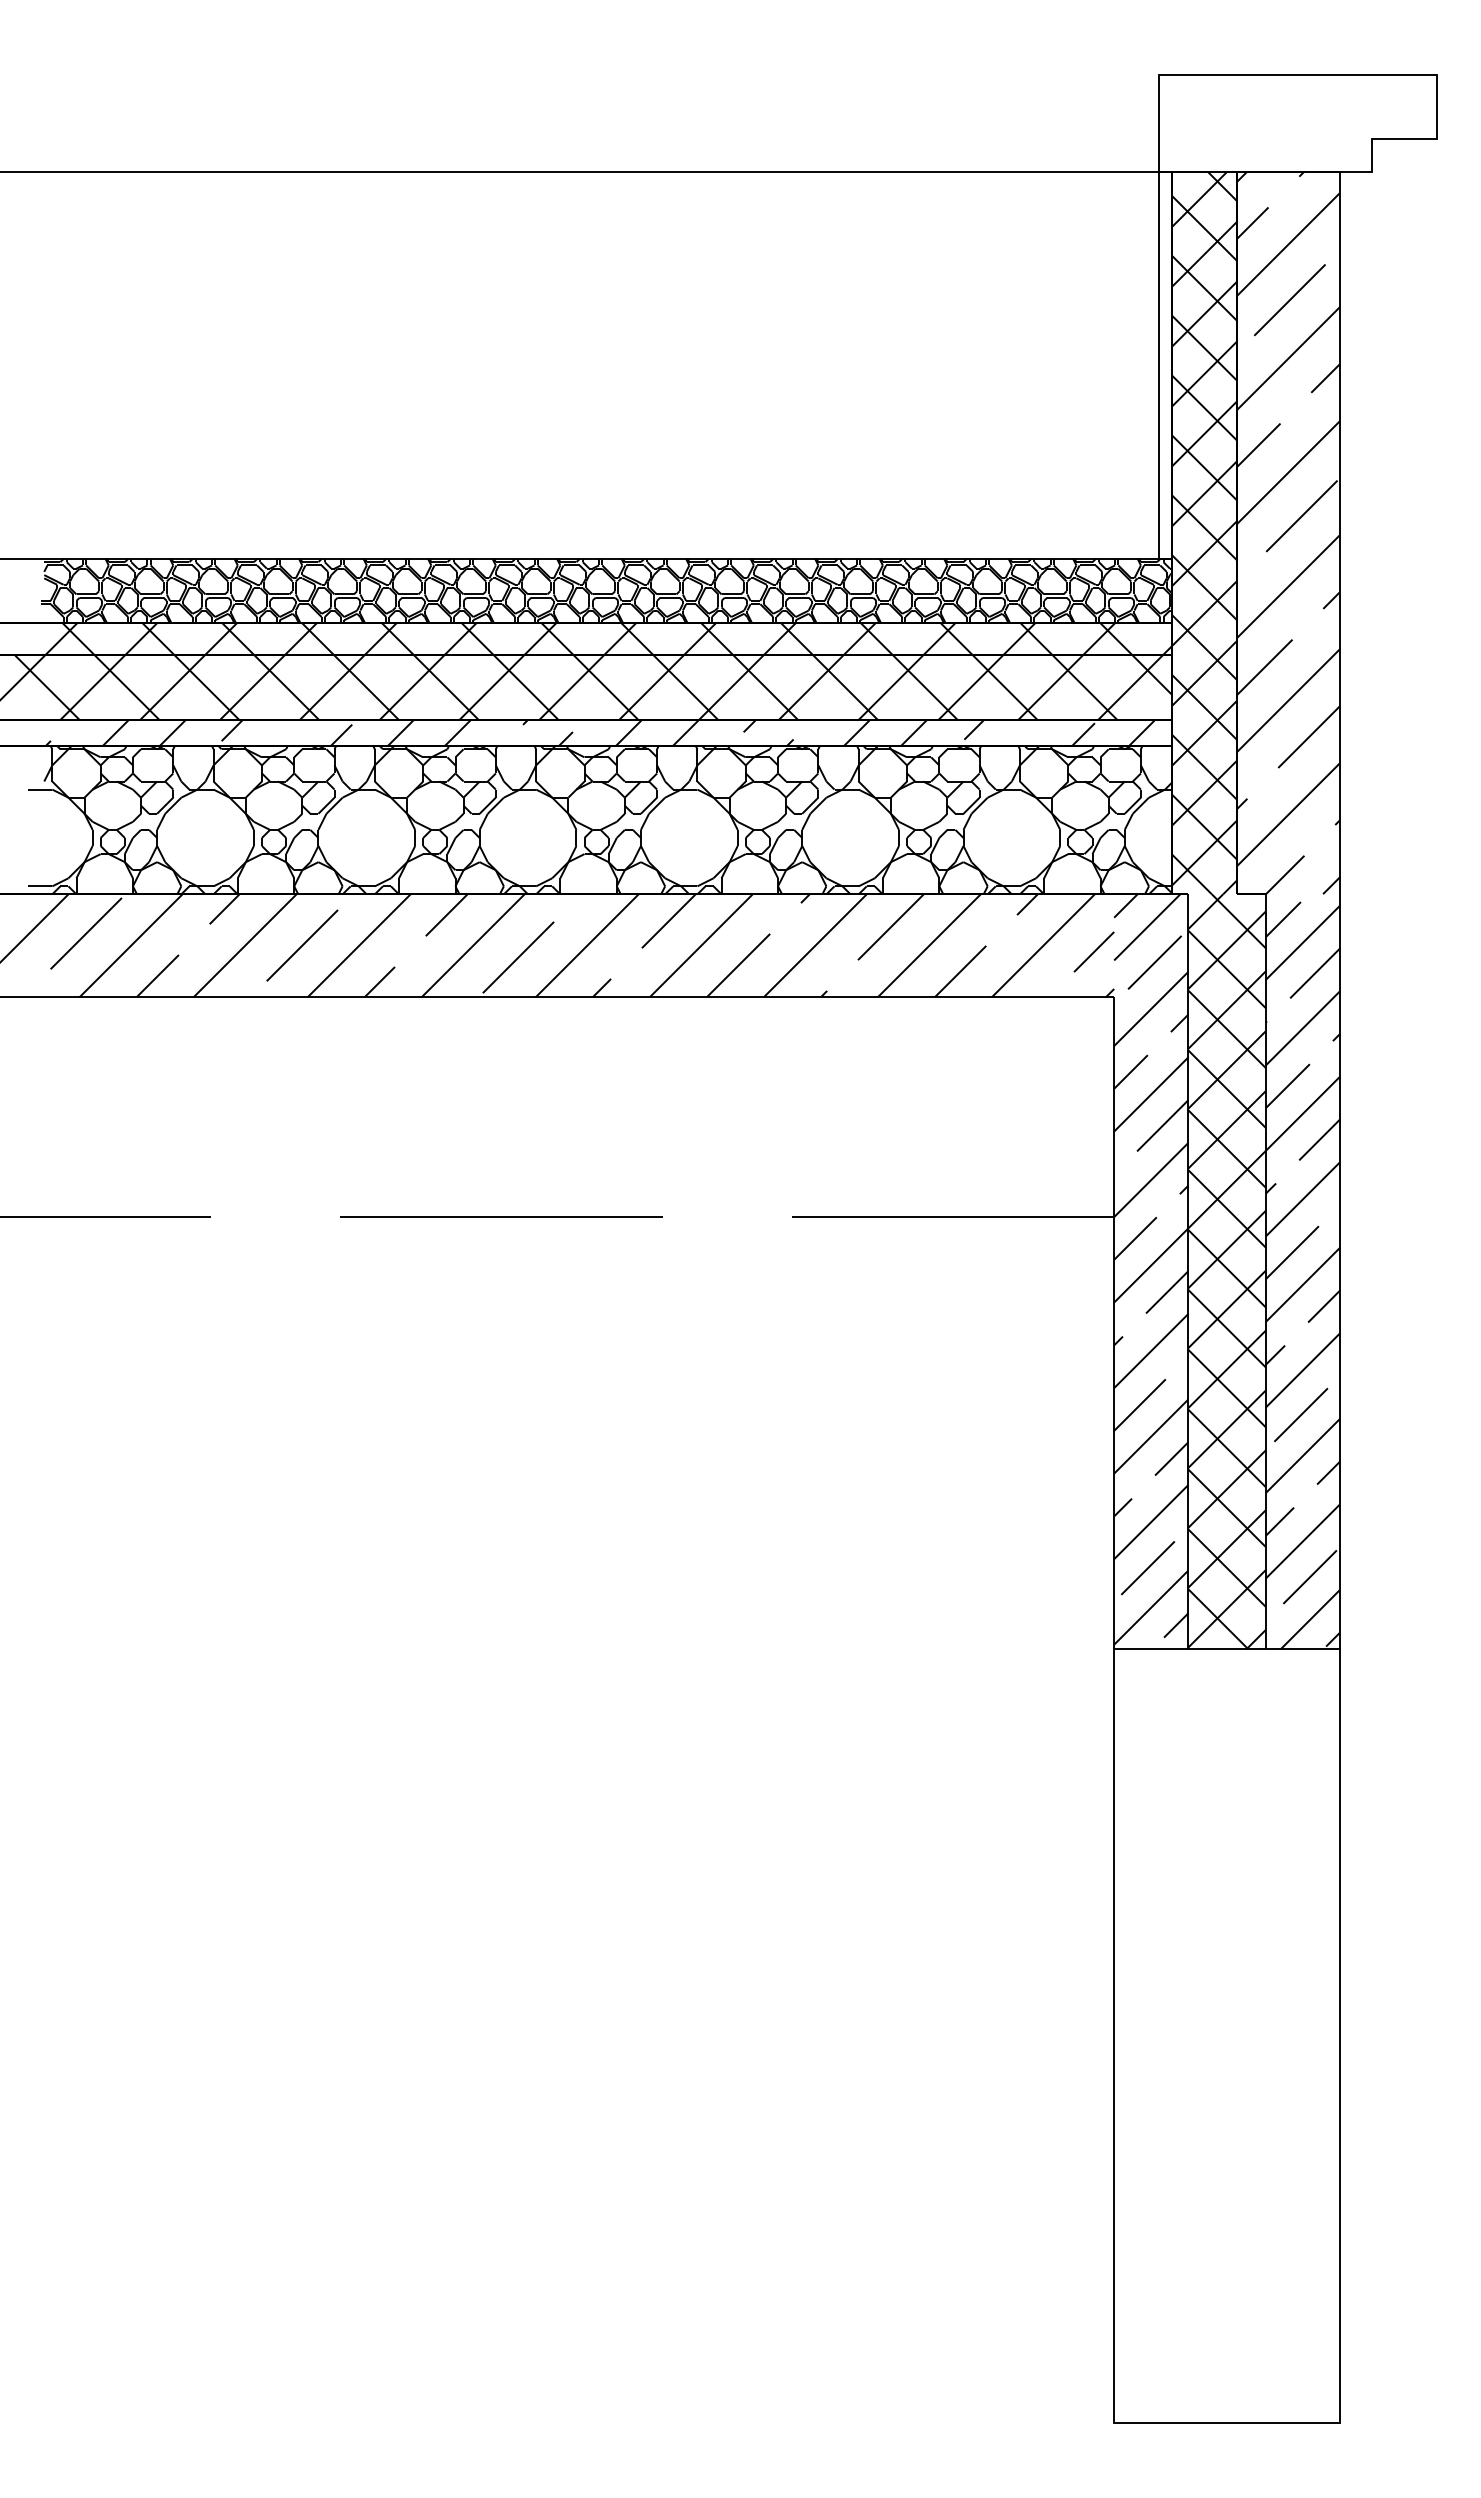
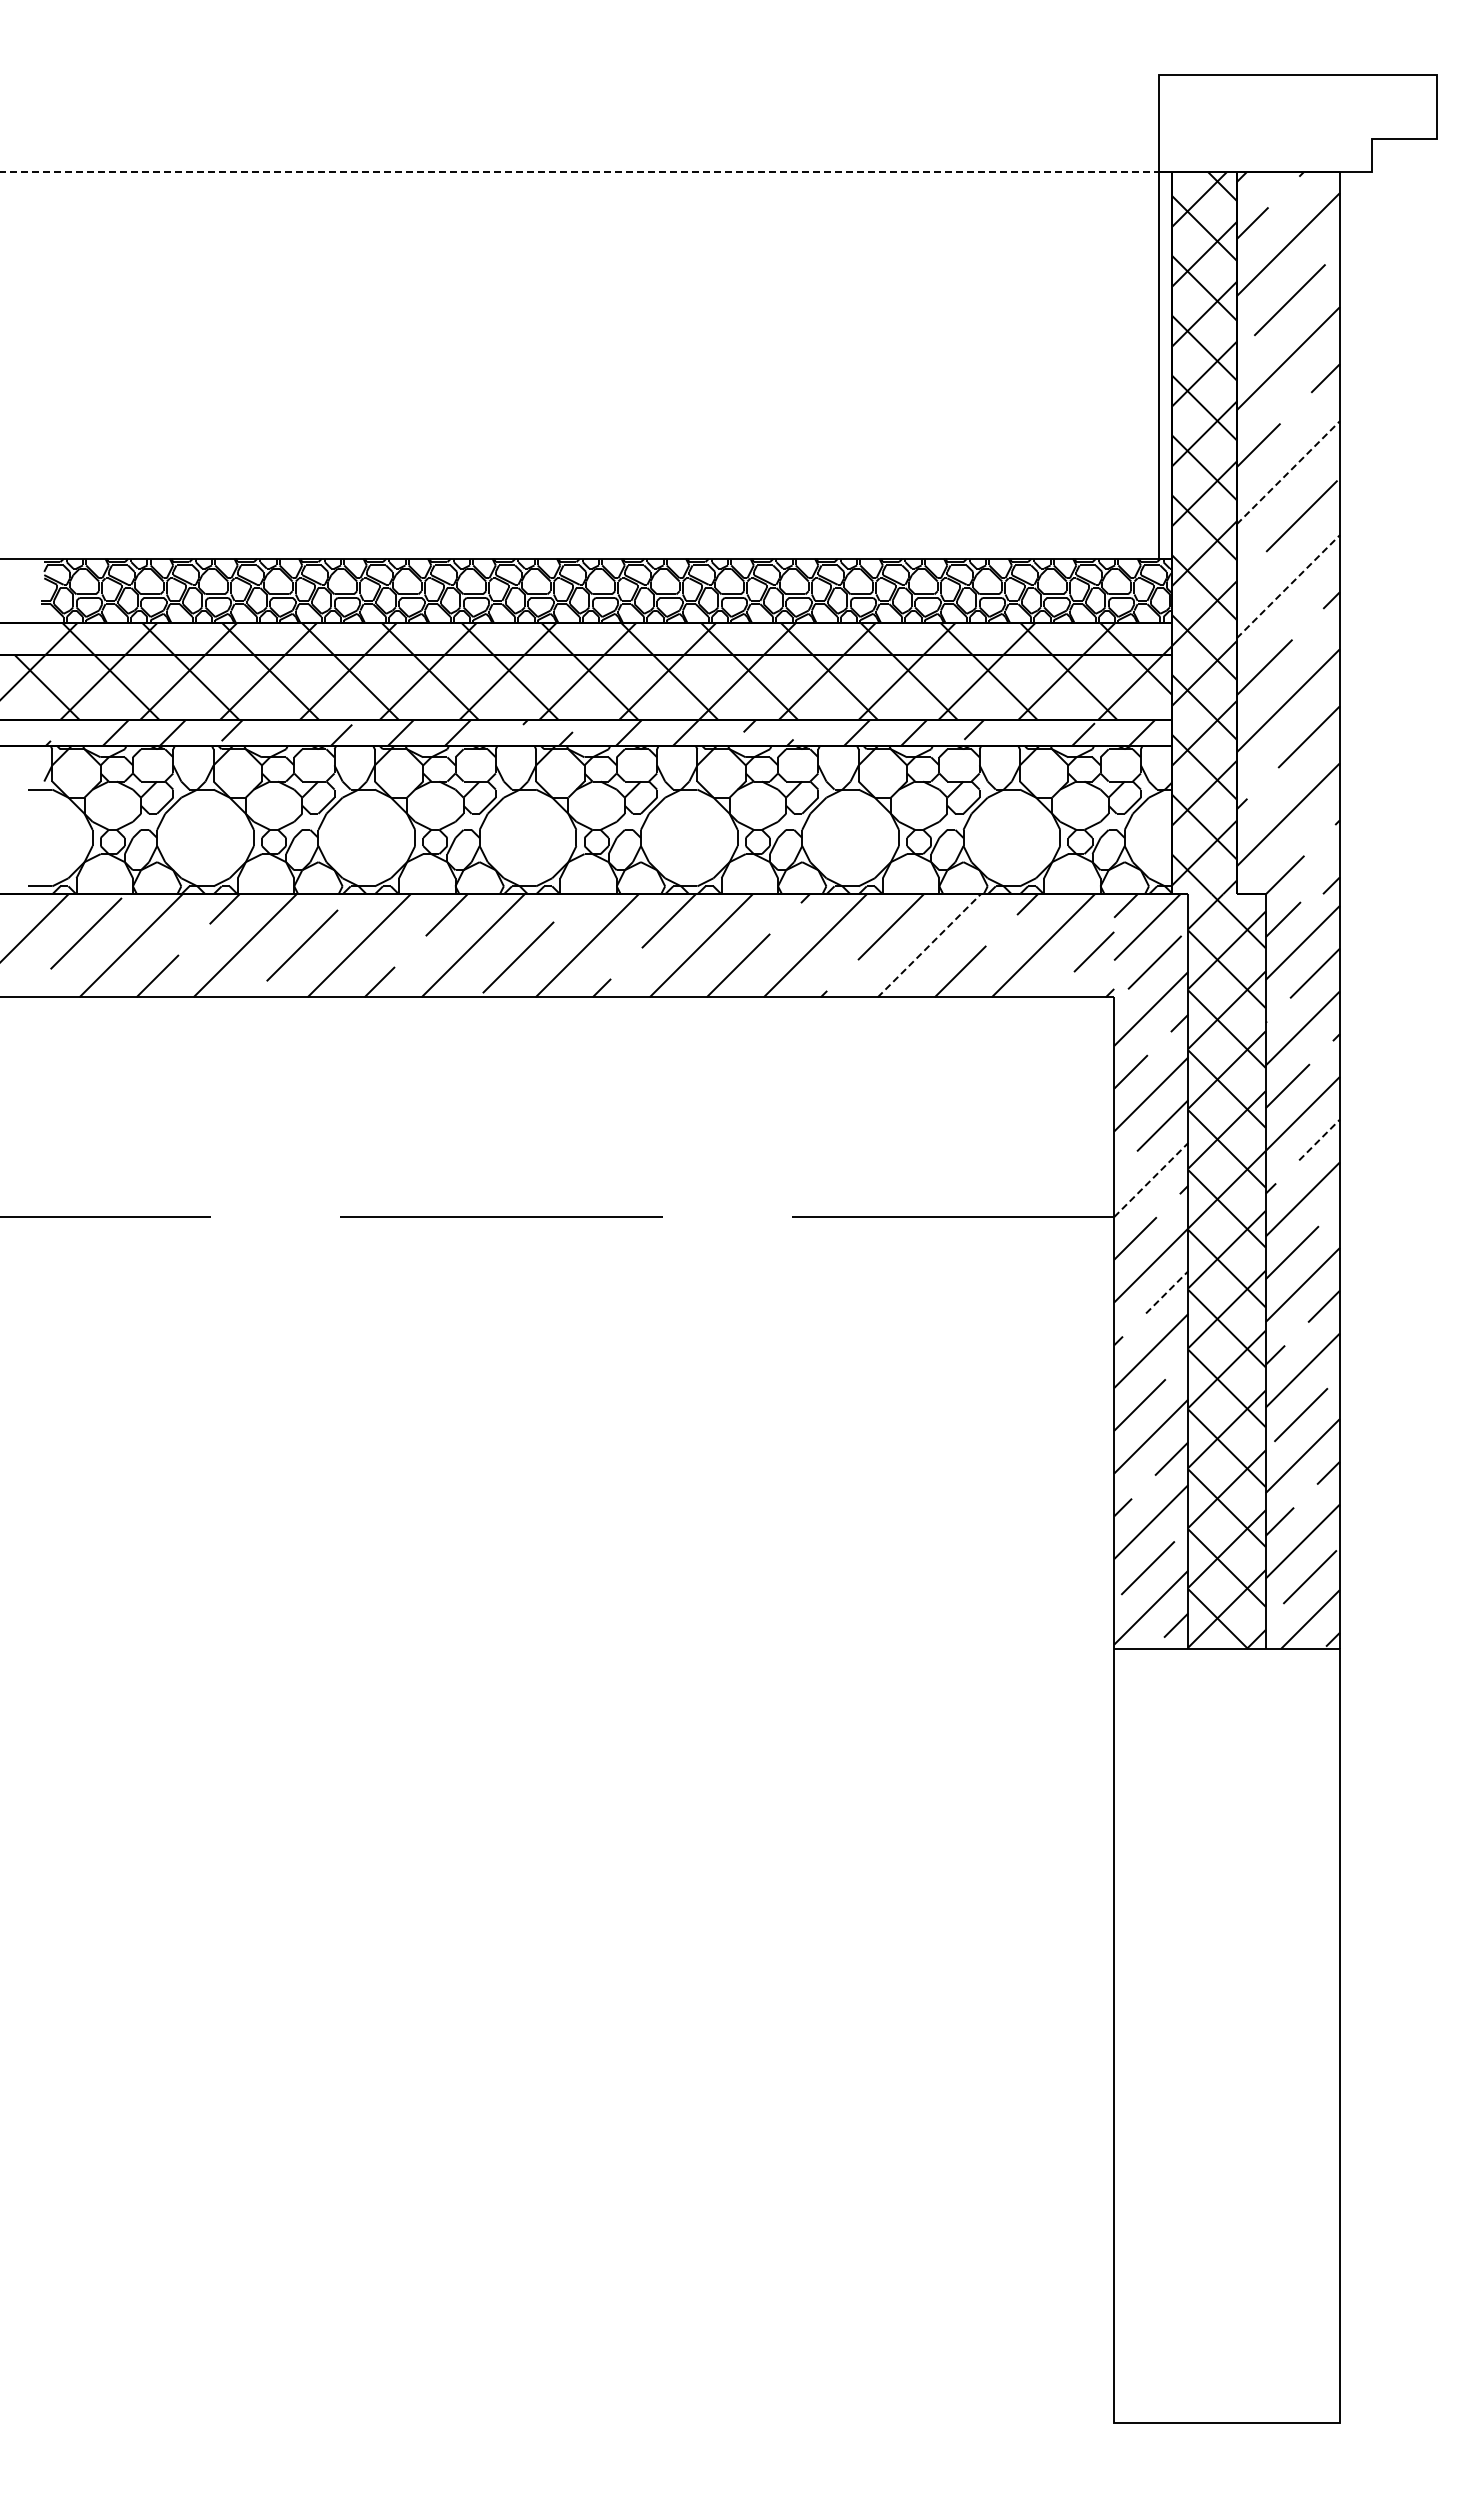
line at (580, 171): solid -> dashed
line at (1288, 472): solid -> dashed
line at (1288, 586): solid -> dashed
line at (929, 945): solid -> dashed
line at (1319, 1139): solid -> dashed
line at (1151, 1179): solid -> dashed
line at (1167, 1292): solid -> dashed
